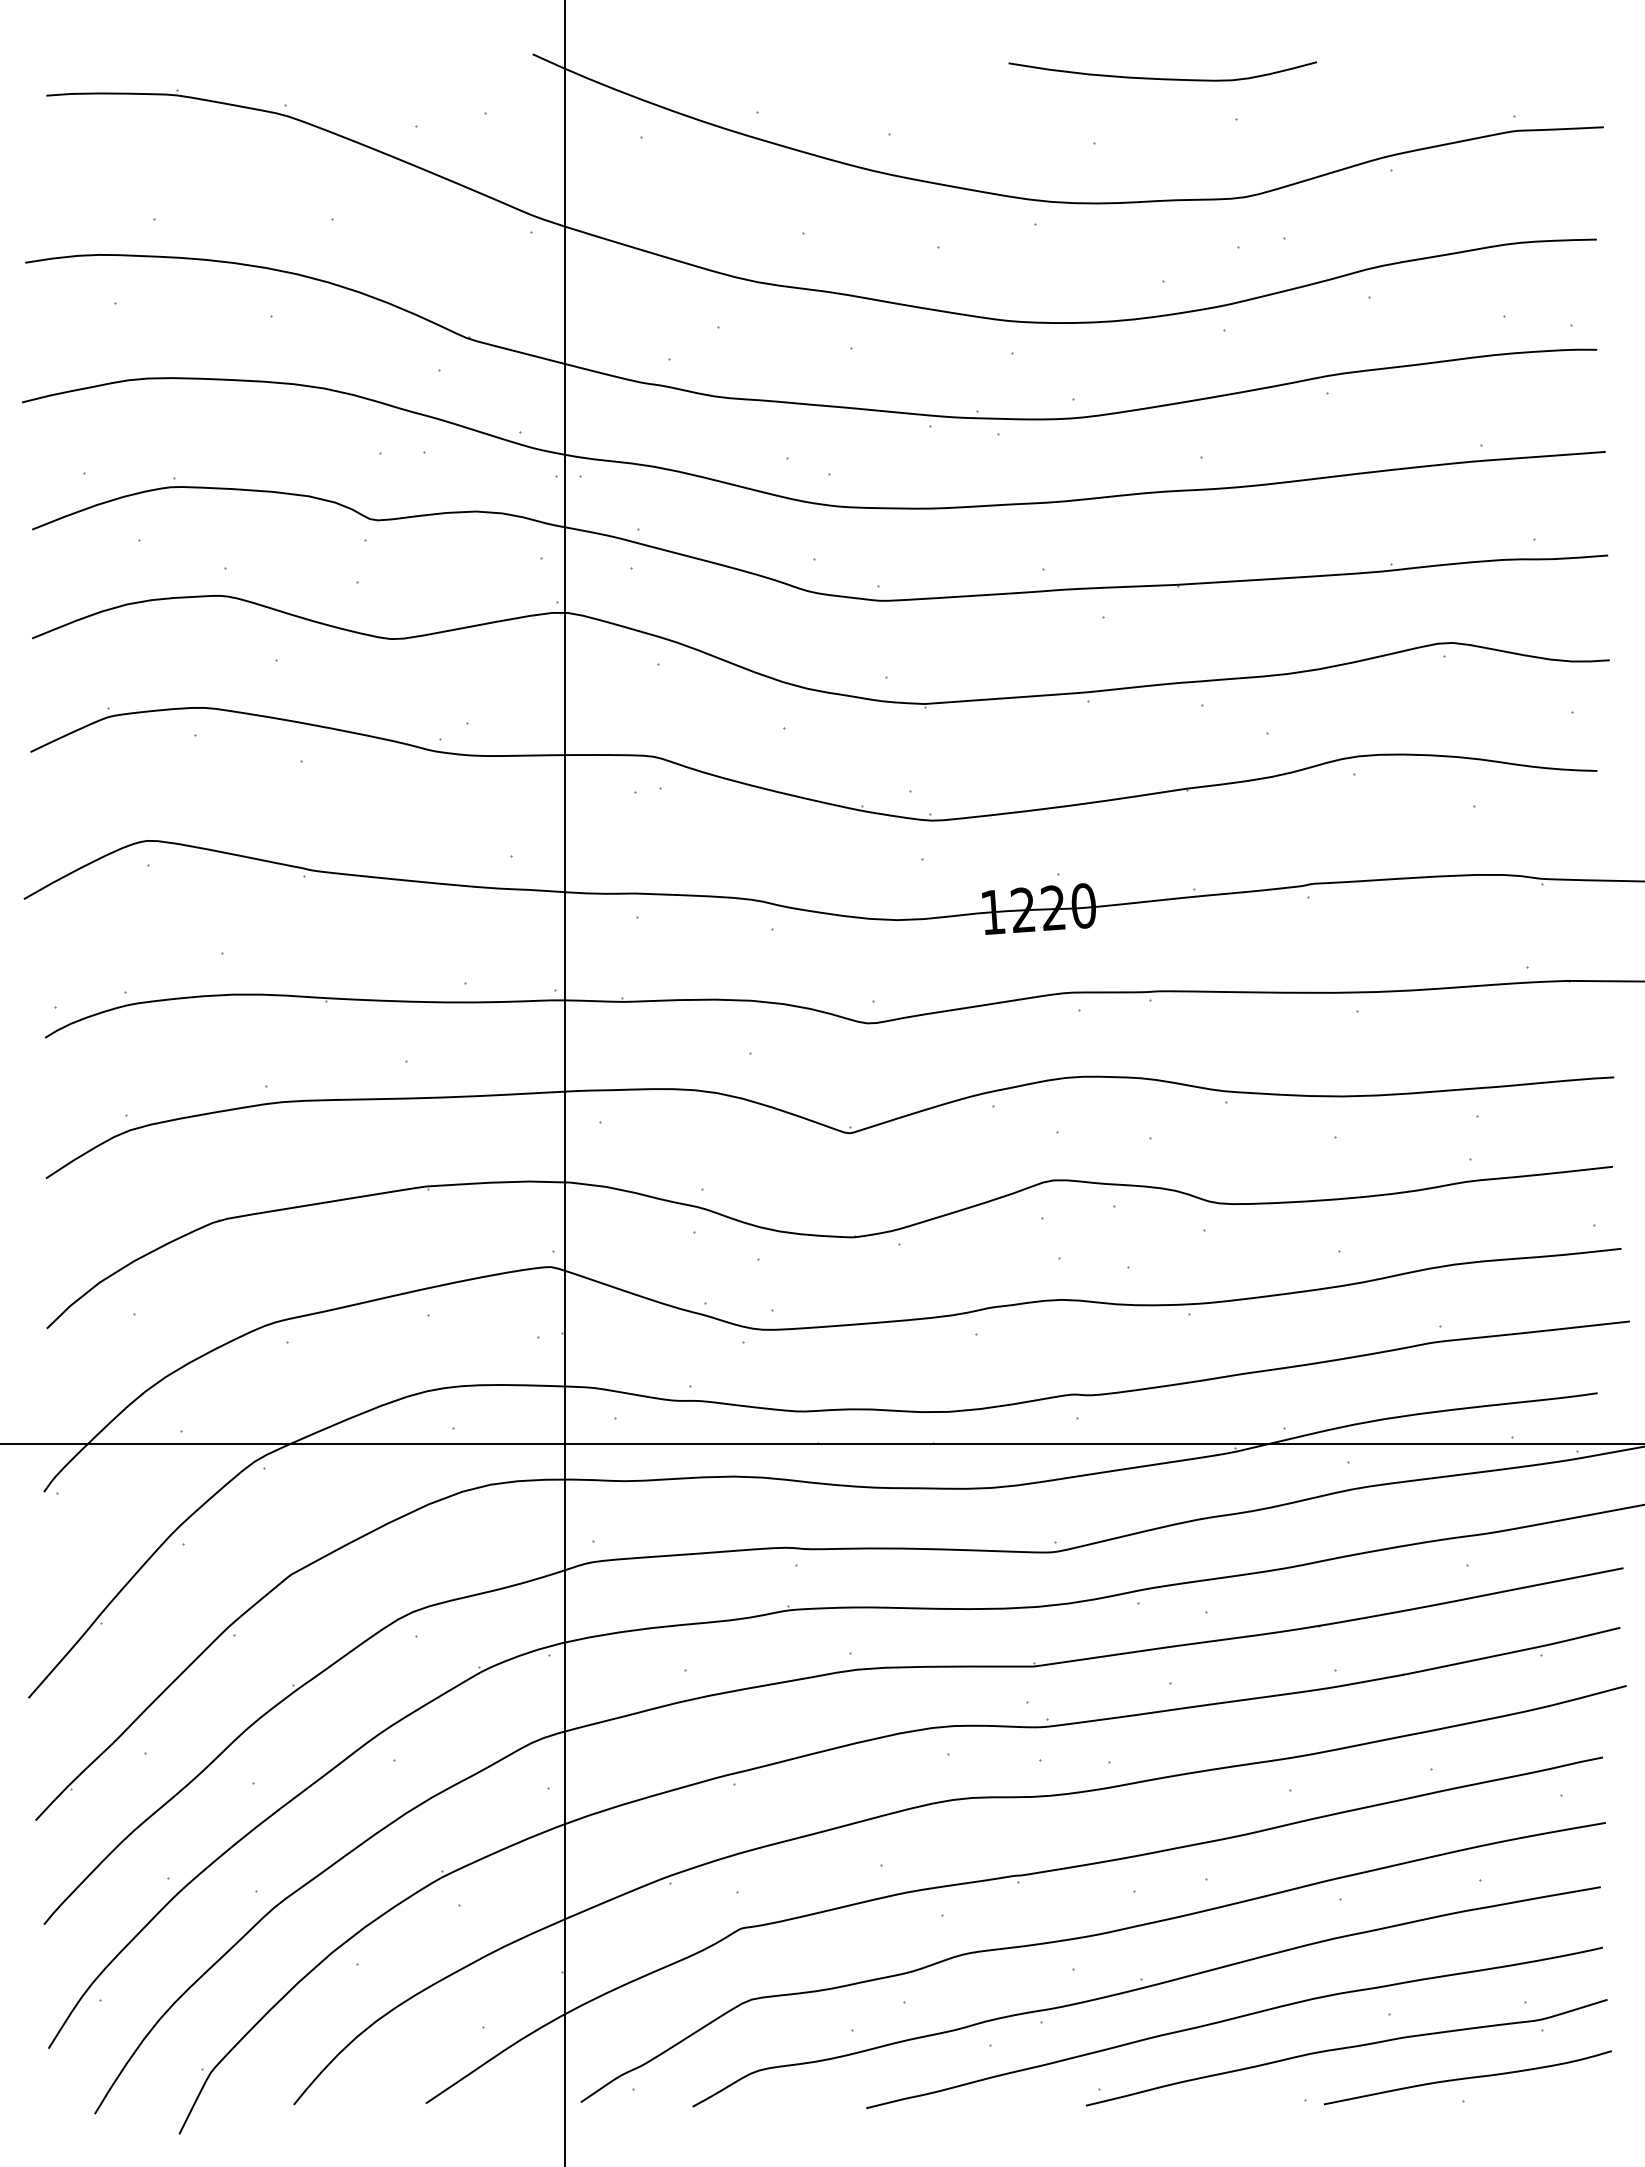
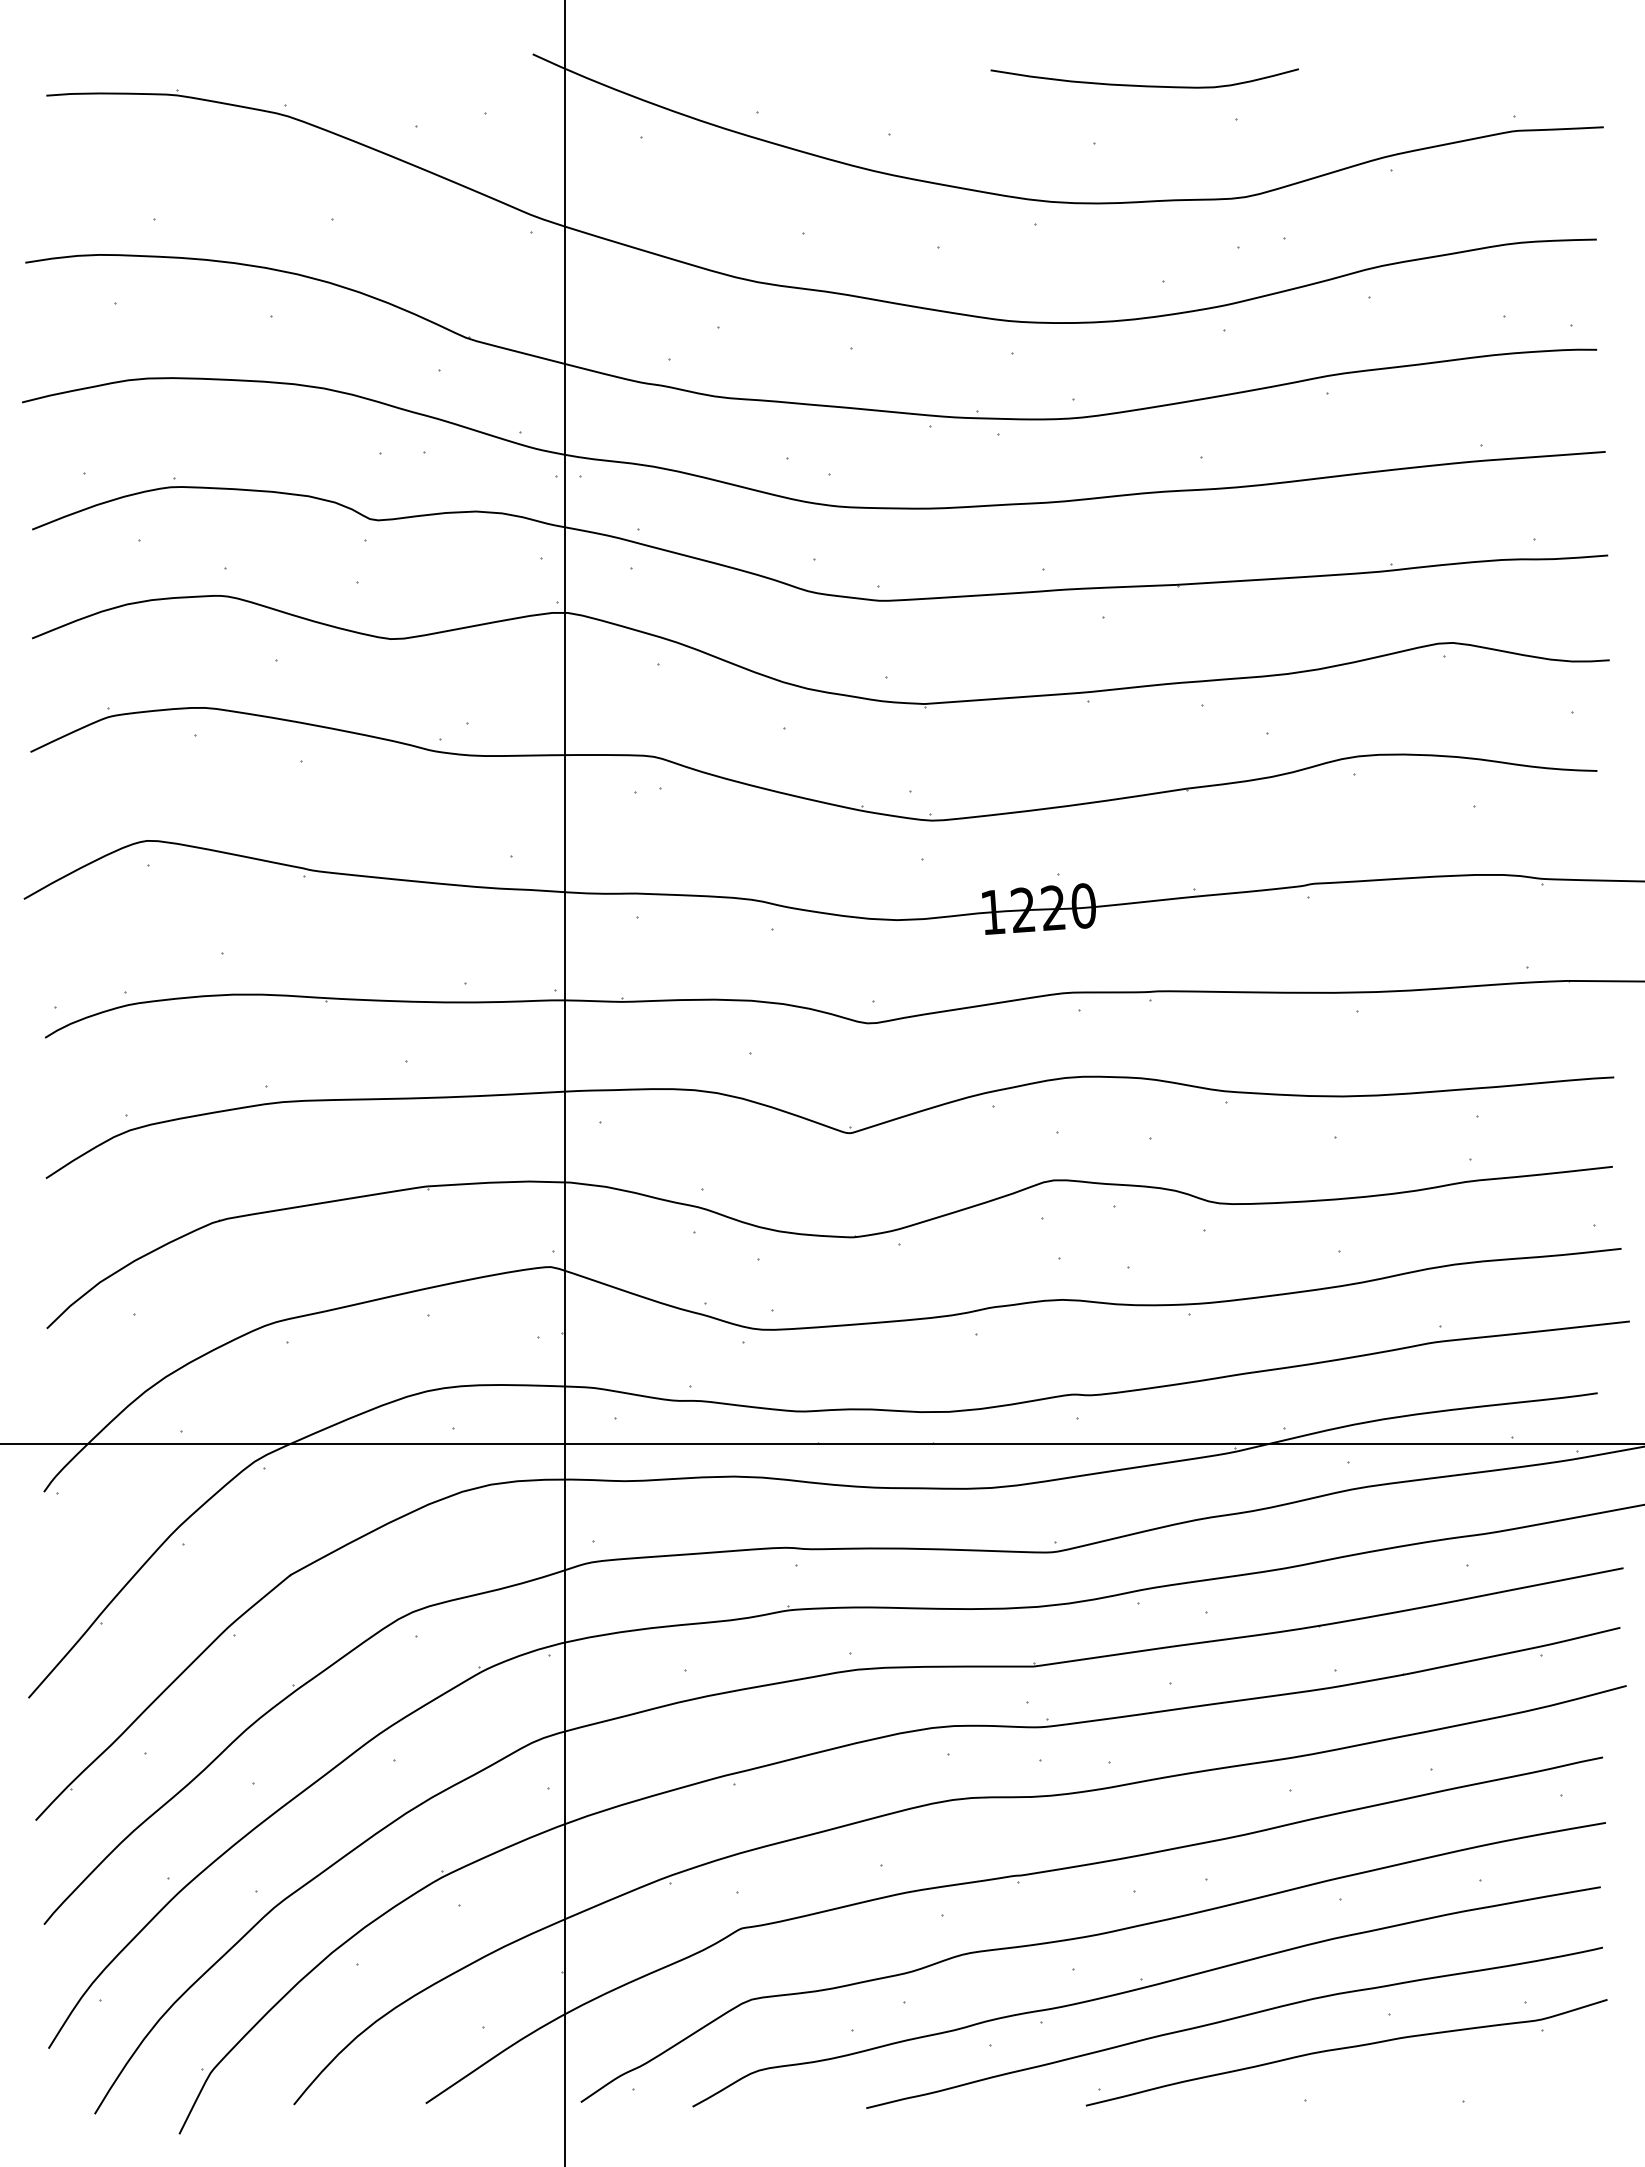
curve at (1162, 78) position: (1162, 78) -> (1144, 85)
curve at (1467, 2077): present -> none
